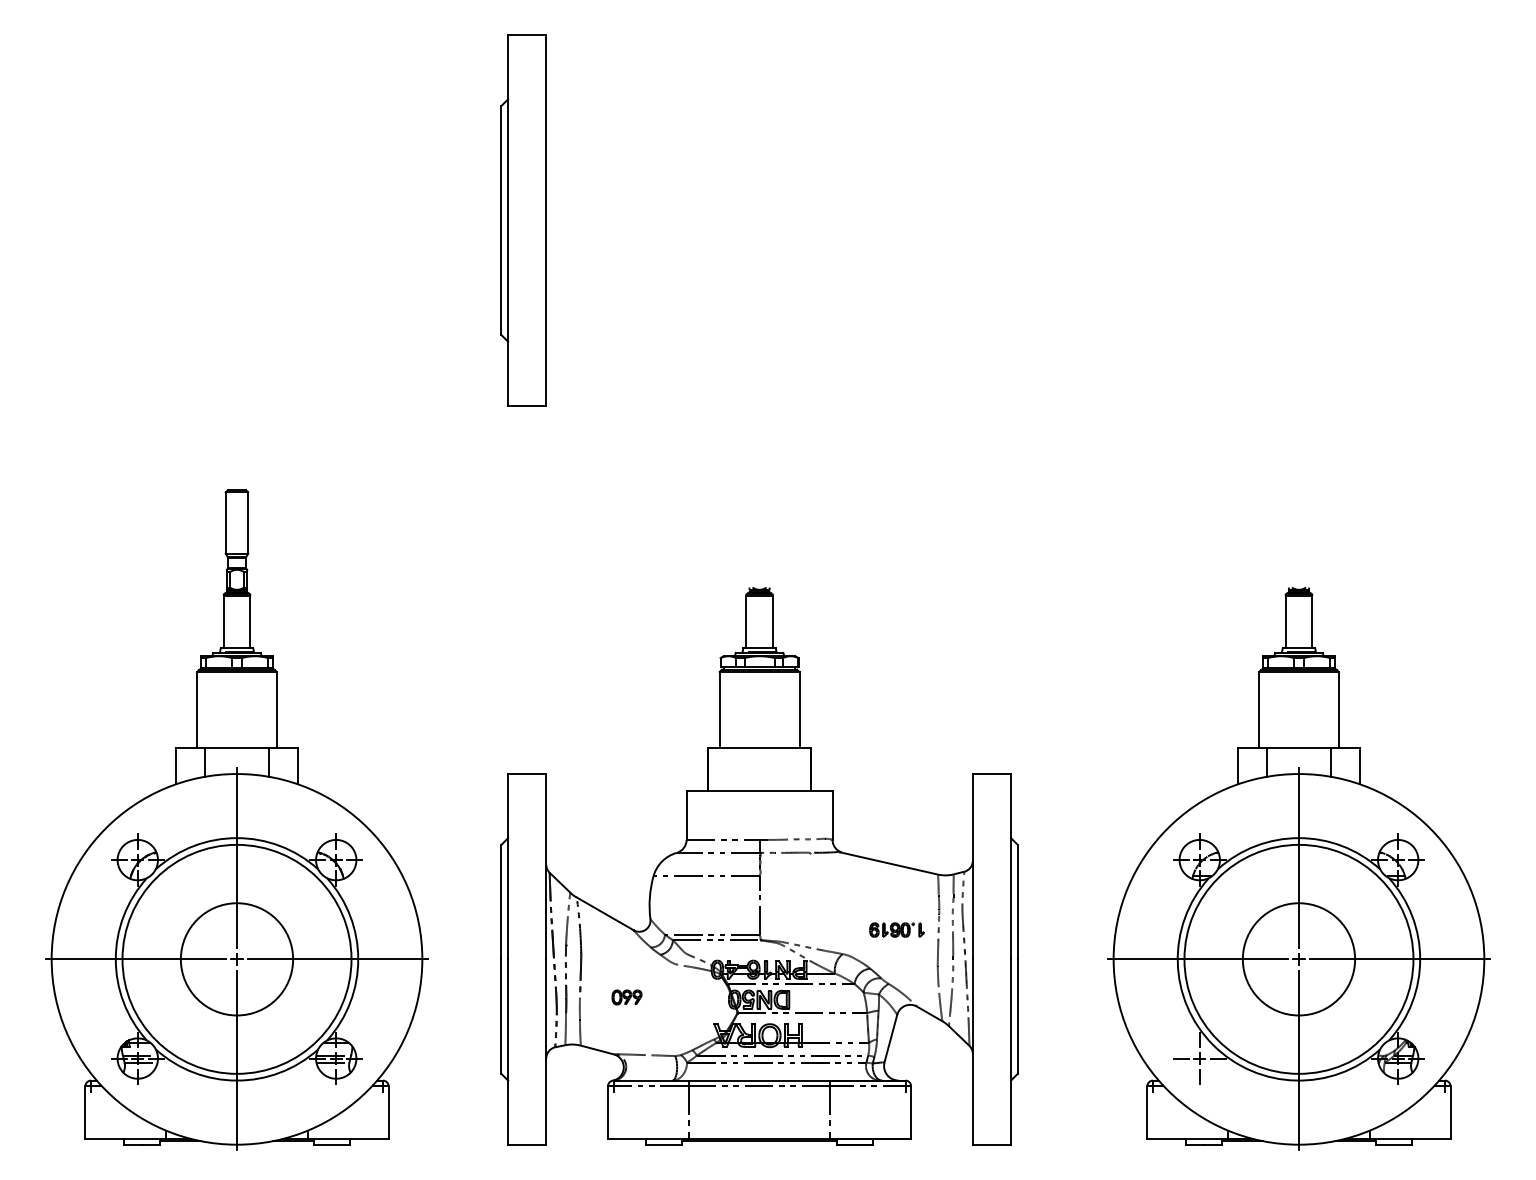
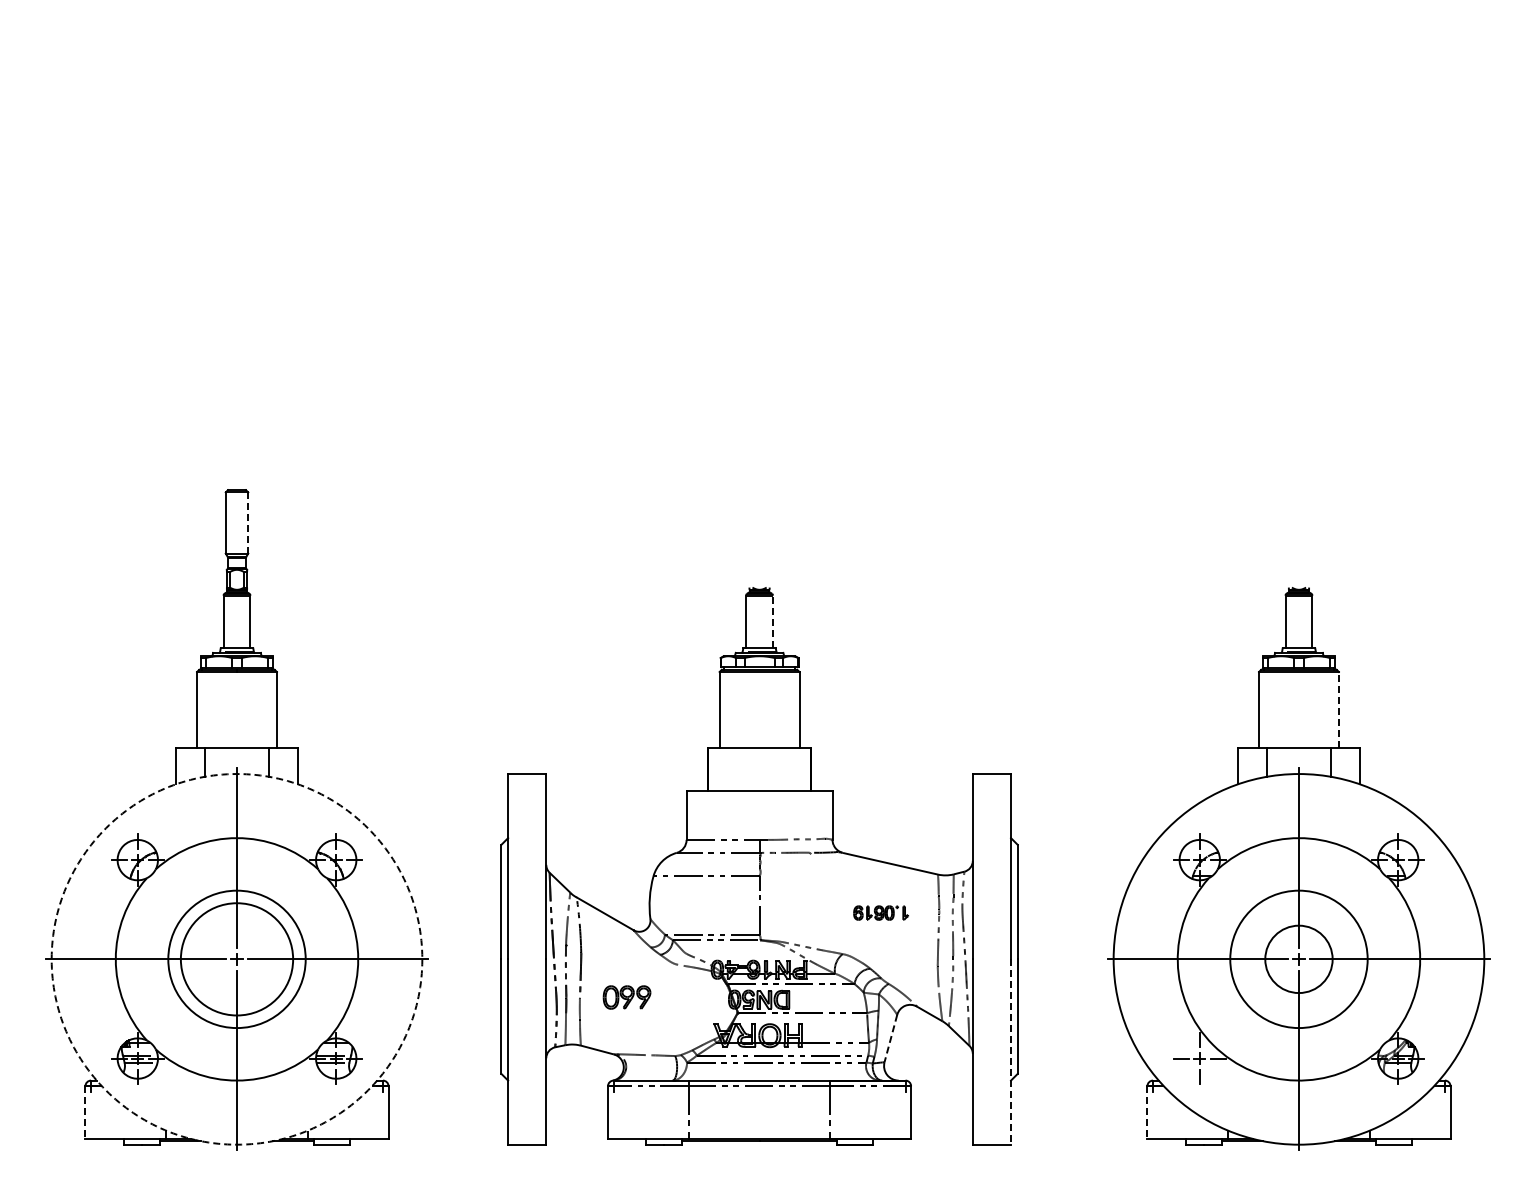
part at (523, 220): present -> none
line at (248, 523): solid -> dashed
line at (773, 621): solid -> dashed
line at (1338, 709): solid -> dashed
part at (896, 929) position: (896, 929) -> (880, 912)
circle at (236, 958) diameter: 229 px -> 137 px
circle at (1298, 958) diameter: 229 px -> 137 px
circle at (236, 959): solid -> dashed
circle at (1298, 959) diameter: 112 px -> 67 px
part at (626, 997) size: 32x17 px -> 50x25 px
line at (890, 1038): solid -> dashed
line at (1011, 1052): solid -> dashed
line at (85, 1113): solid -> dashed
line at (1147, 1113): solid -> dashed
